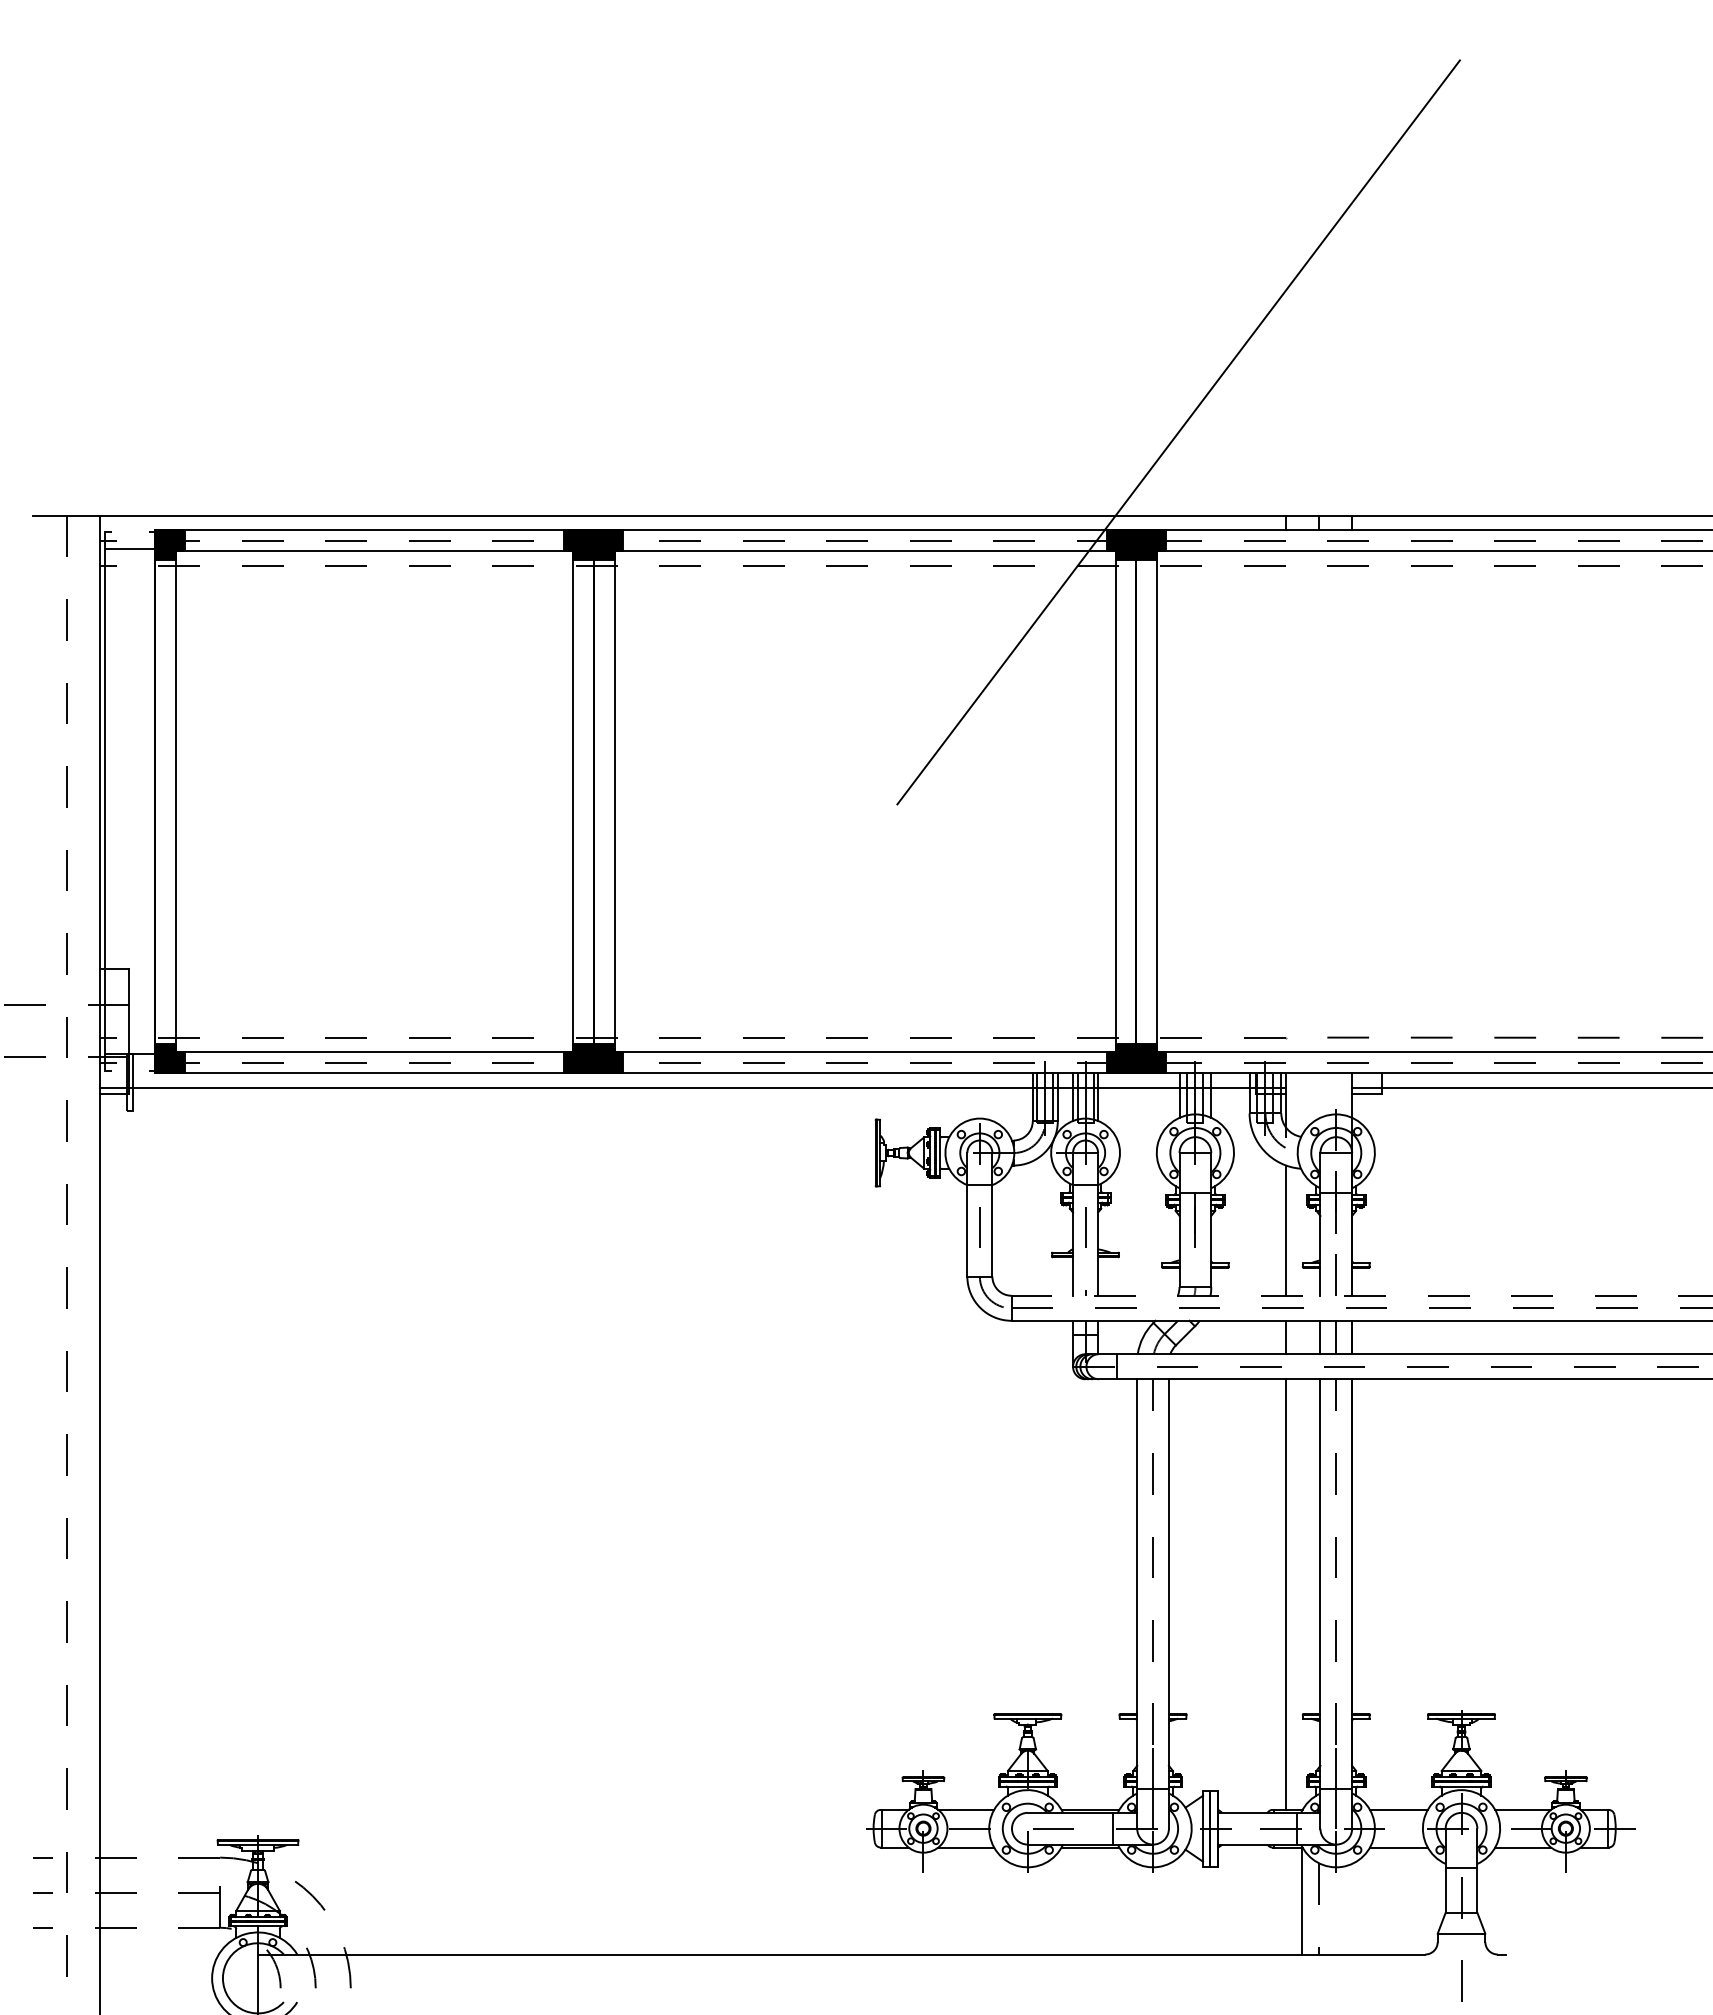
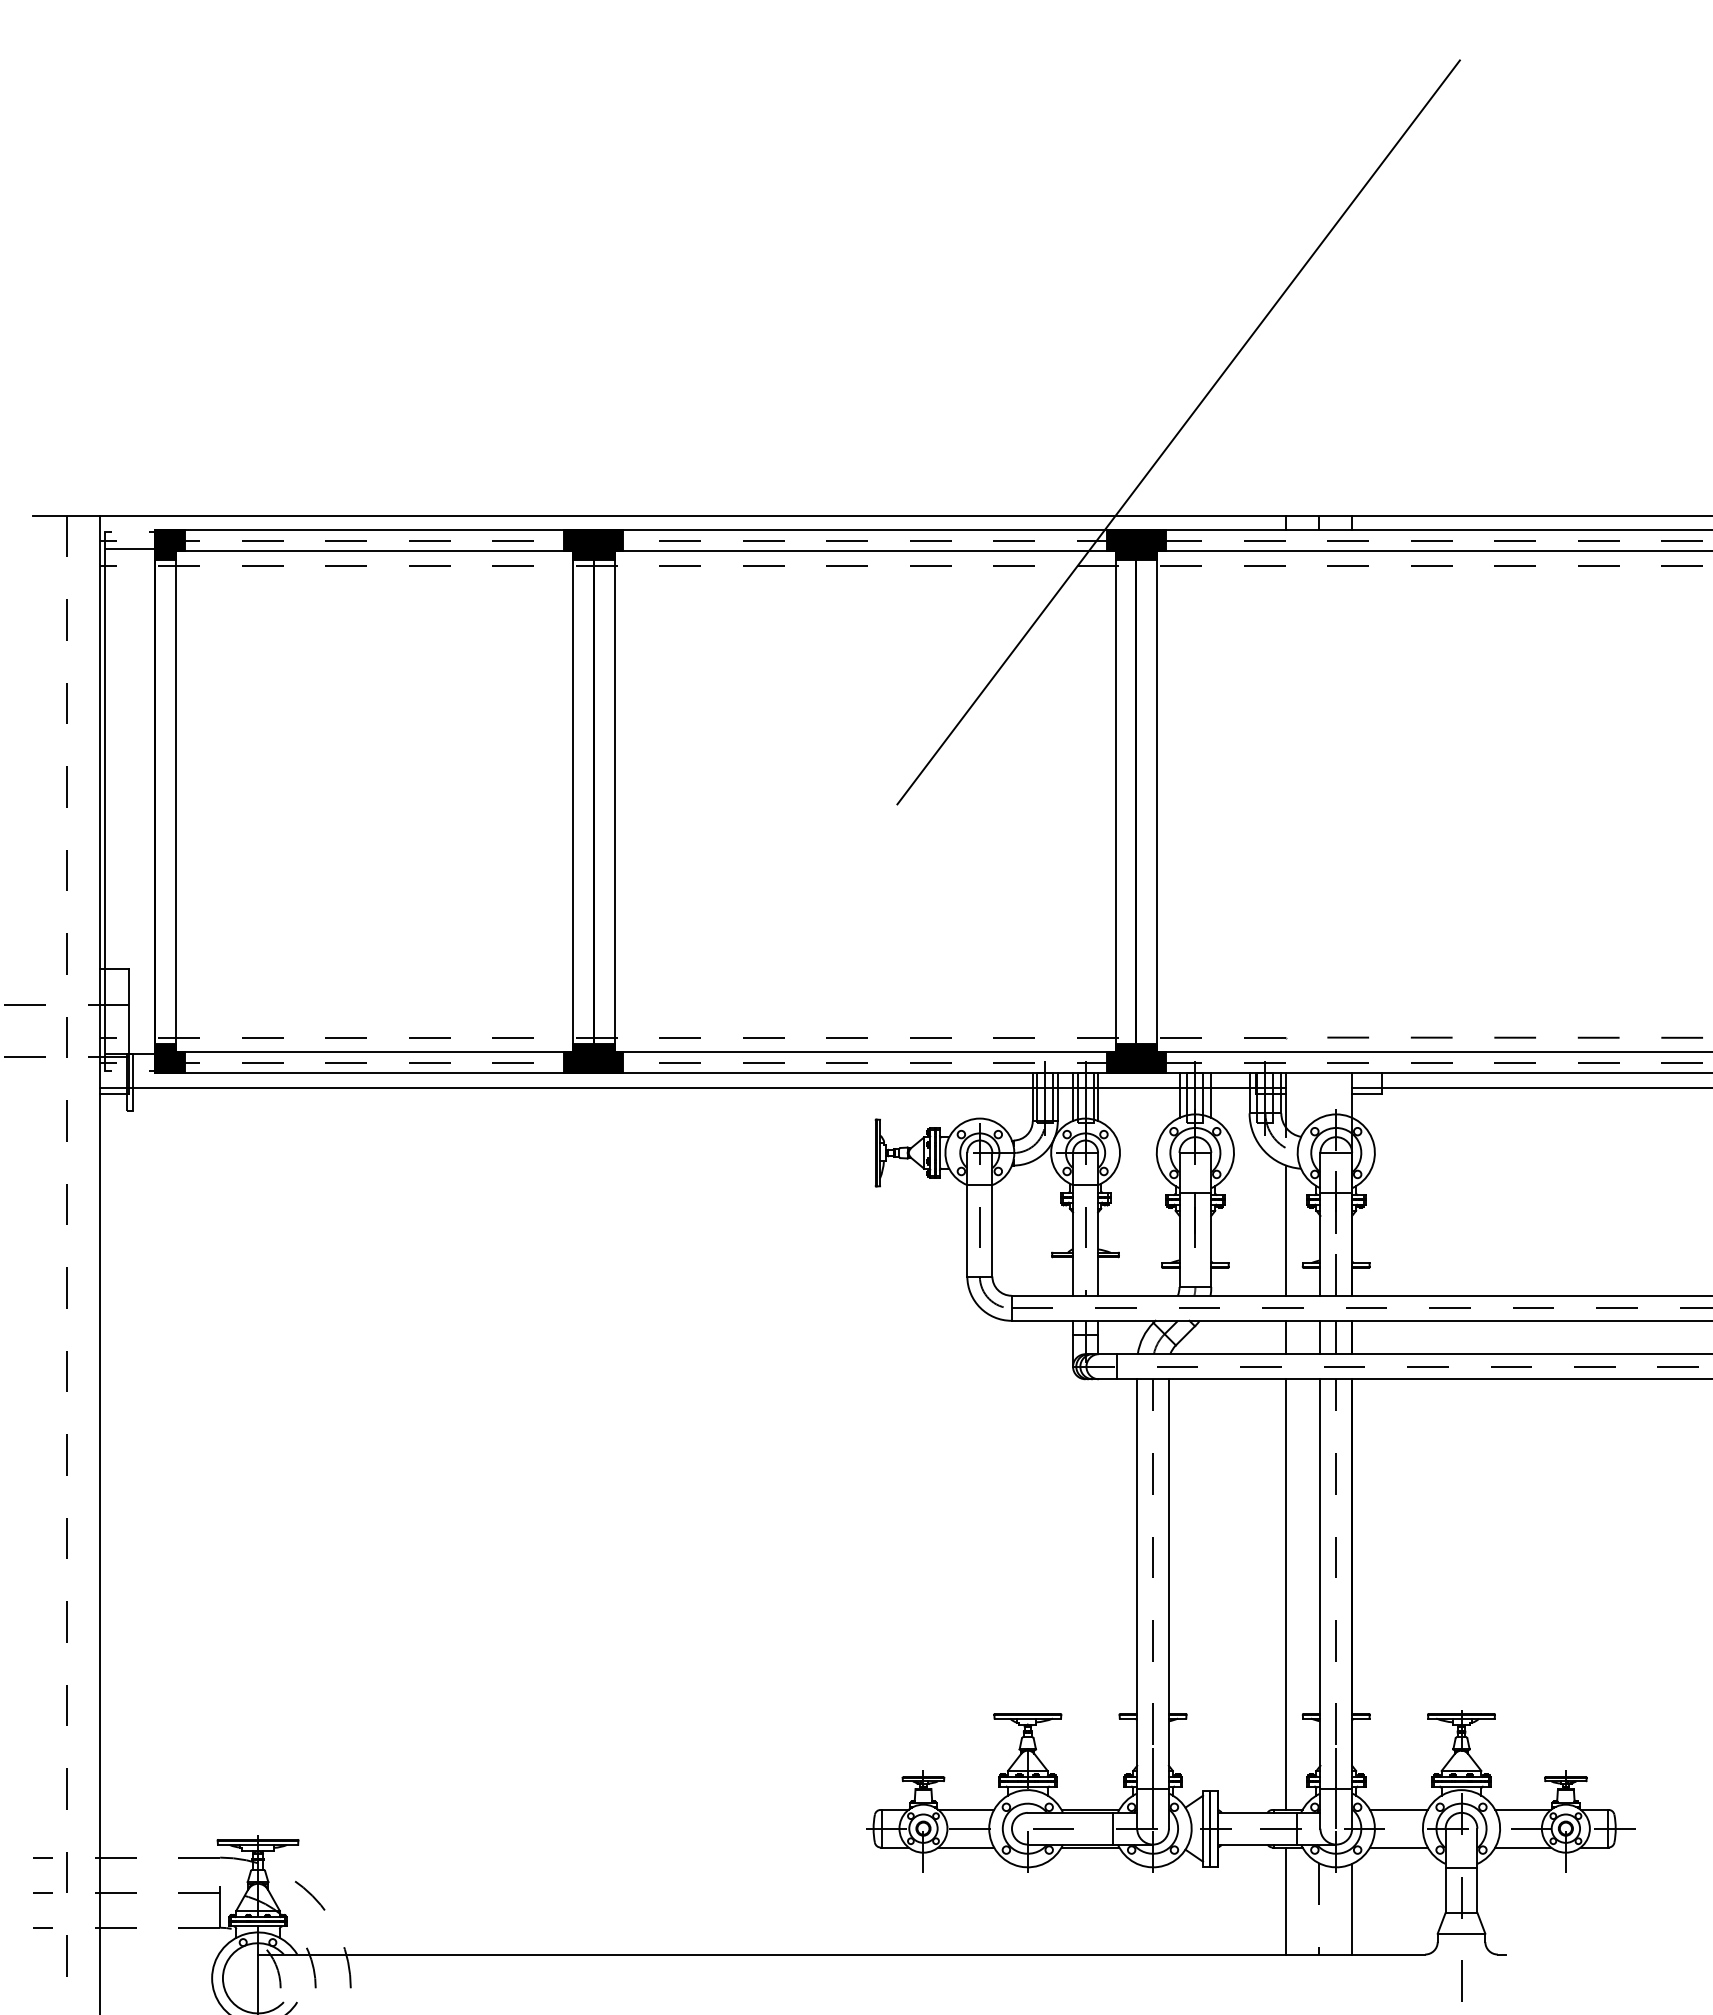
line at (1361, 1295): dashed -> solid
line at (1301, 1900) position: (1301, 1900) -> (1285, 1900)
line at (1352, 1908): none -> present
